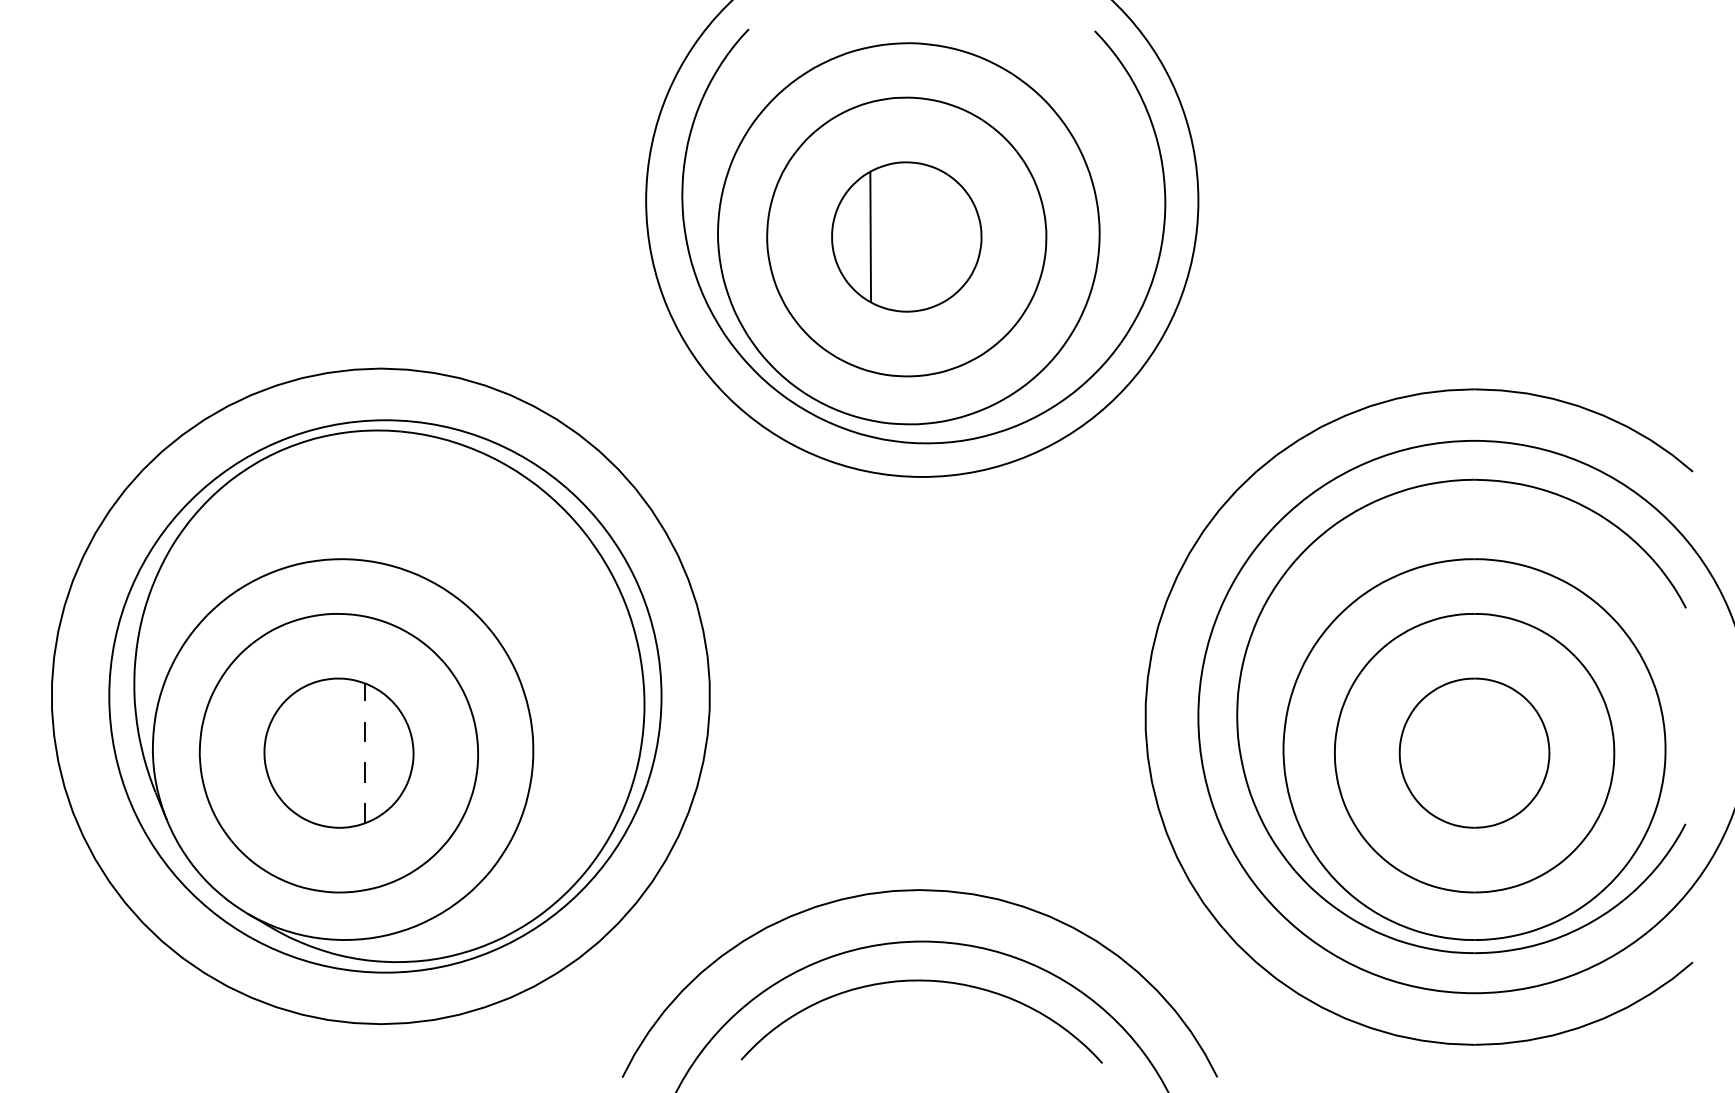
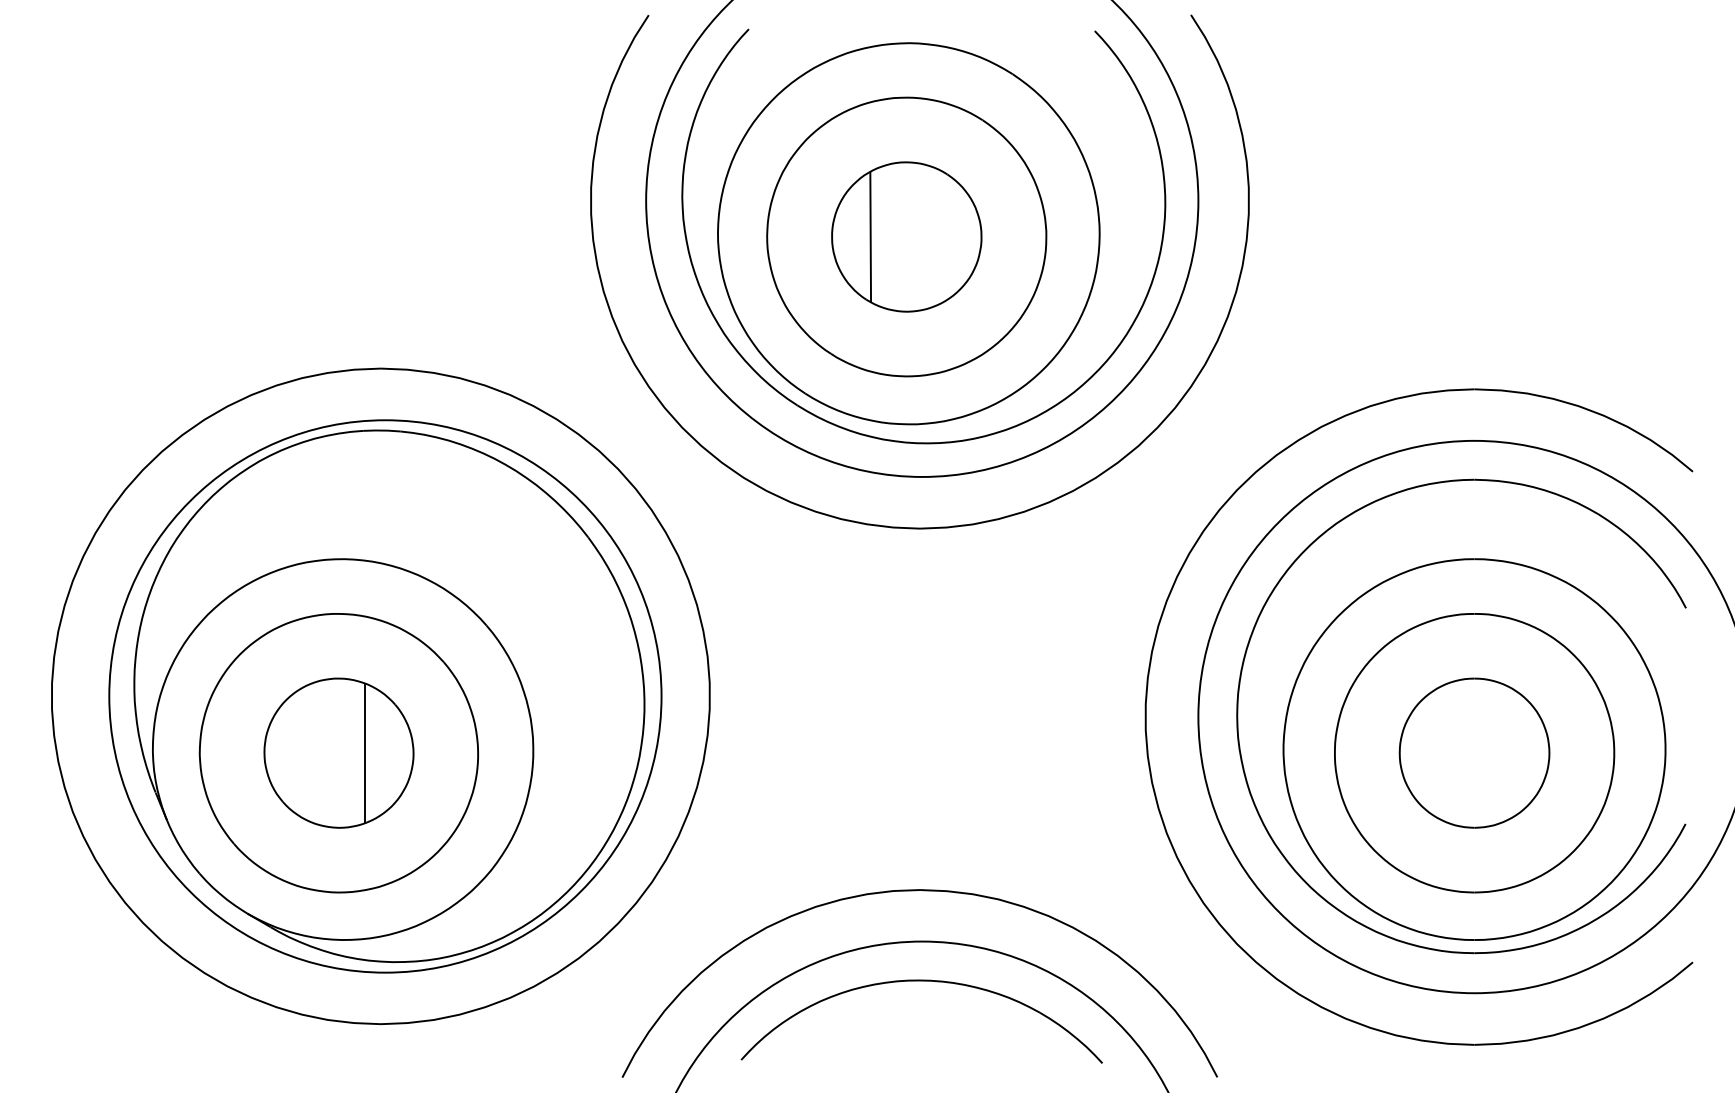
part at (900, 526): none -> present
line at (364, 753): dashed -> solid
